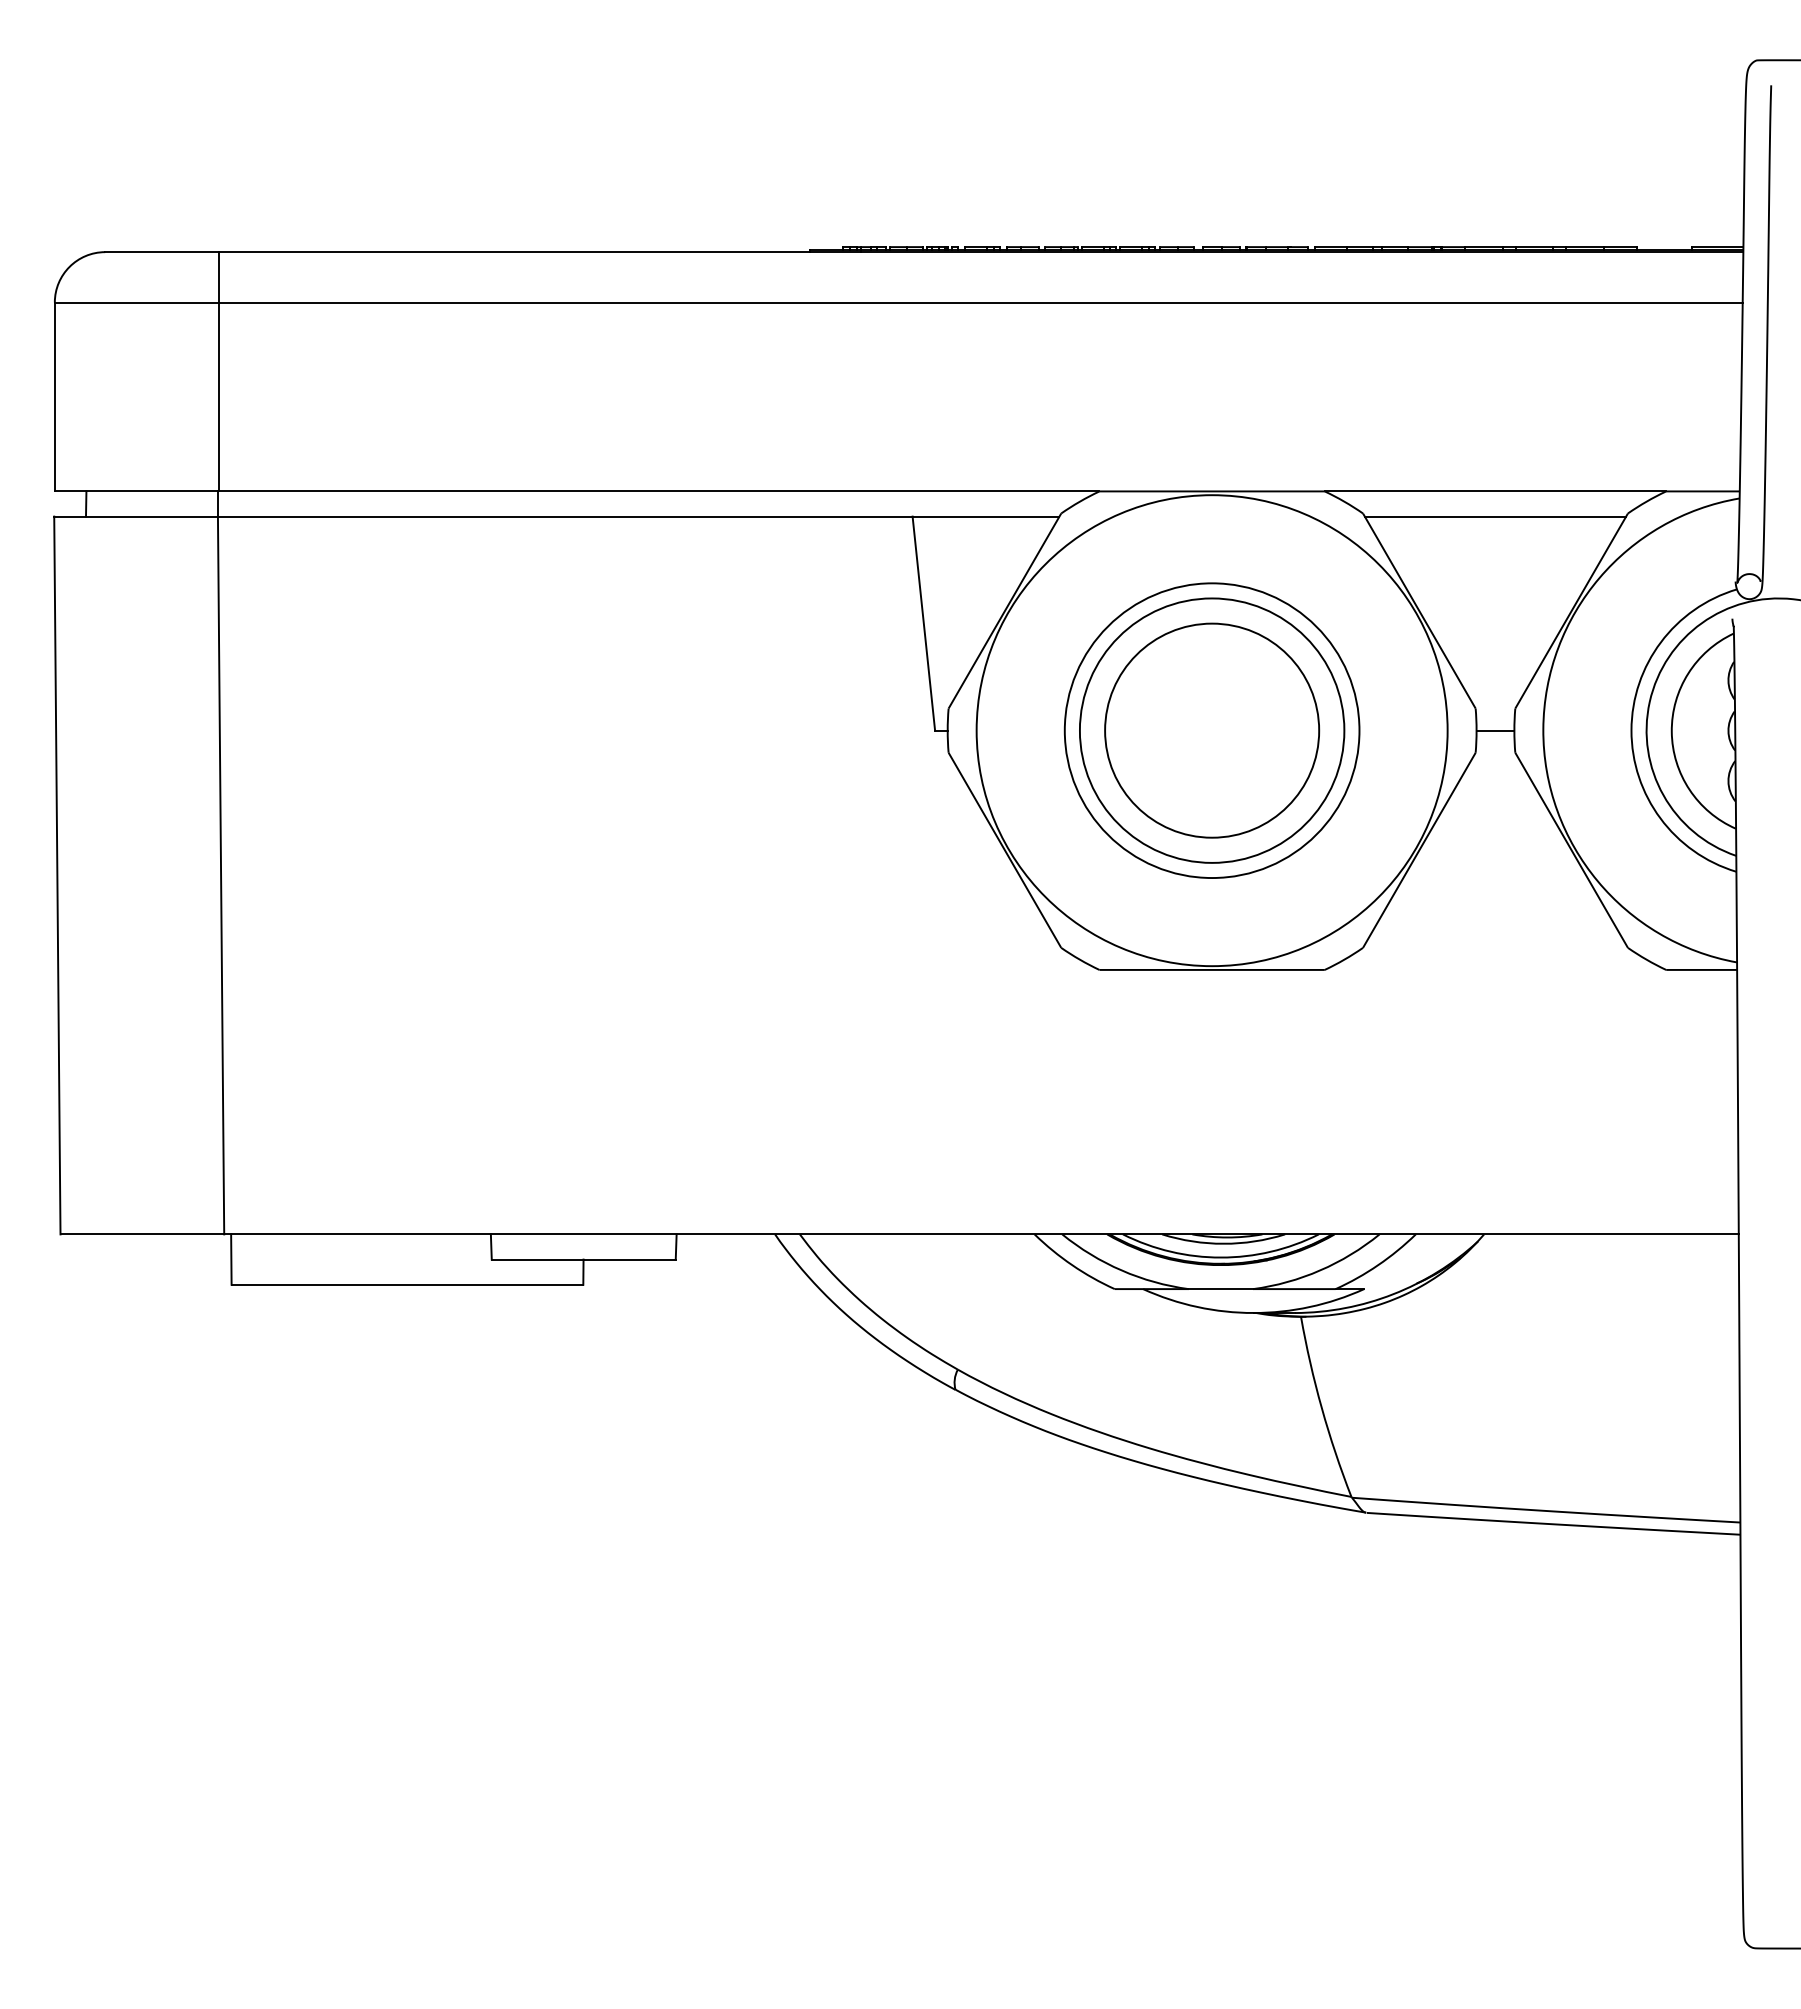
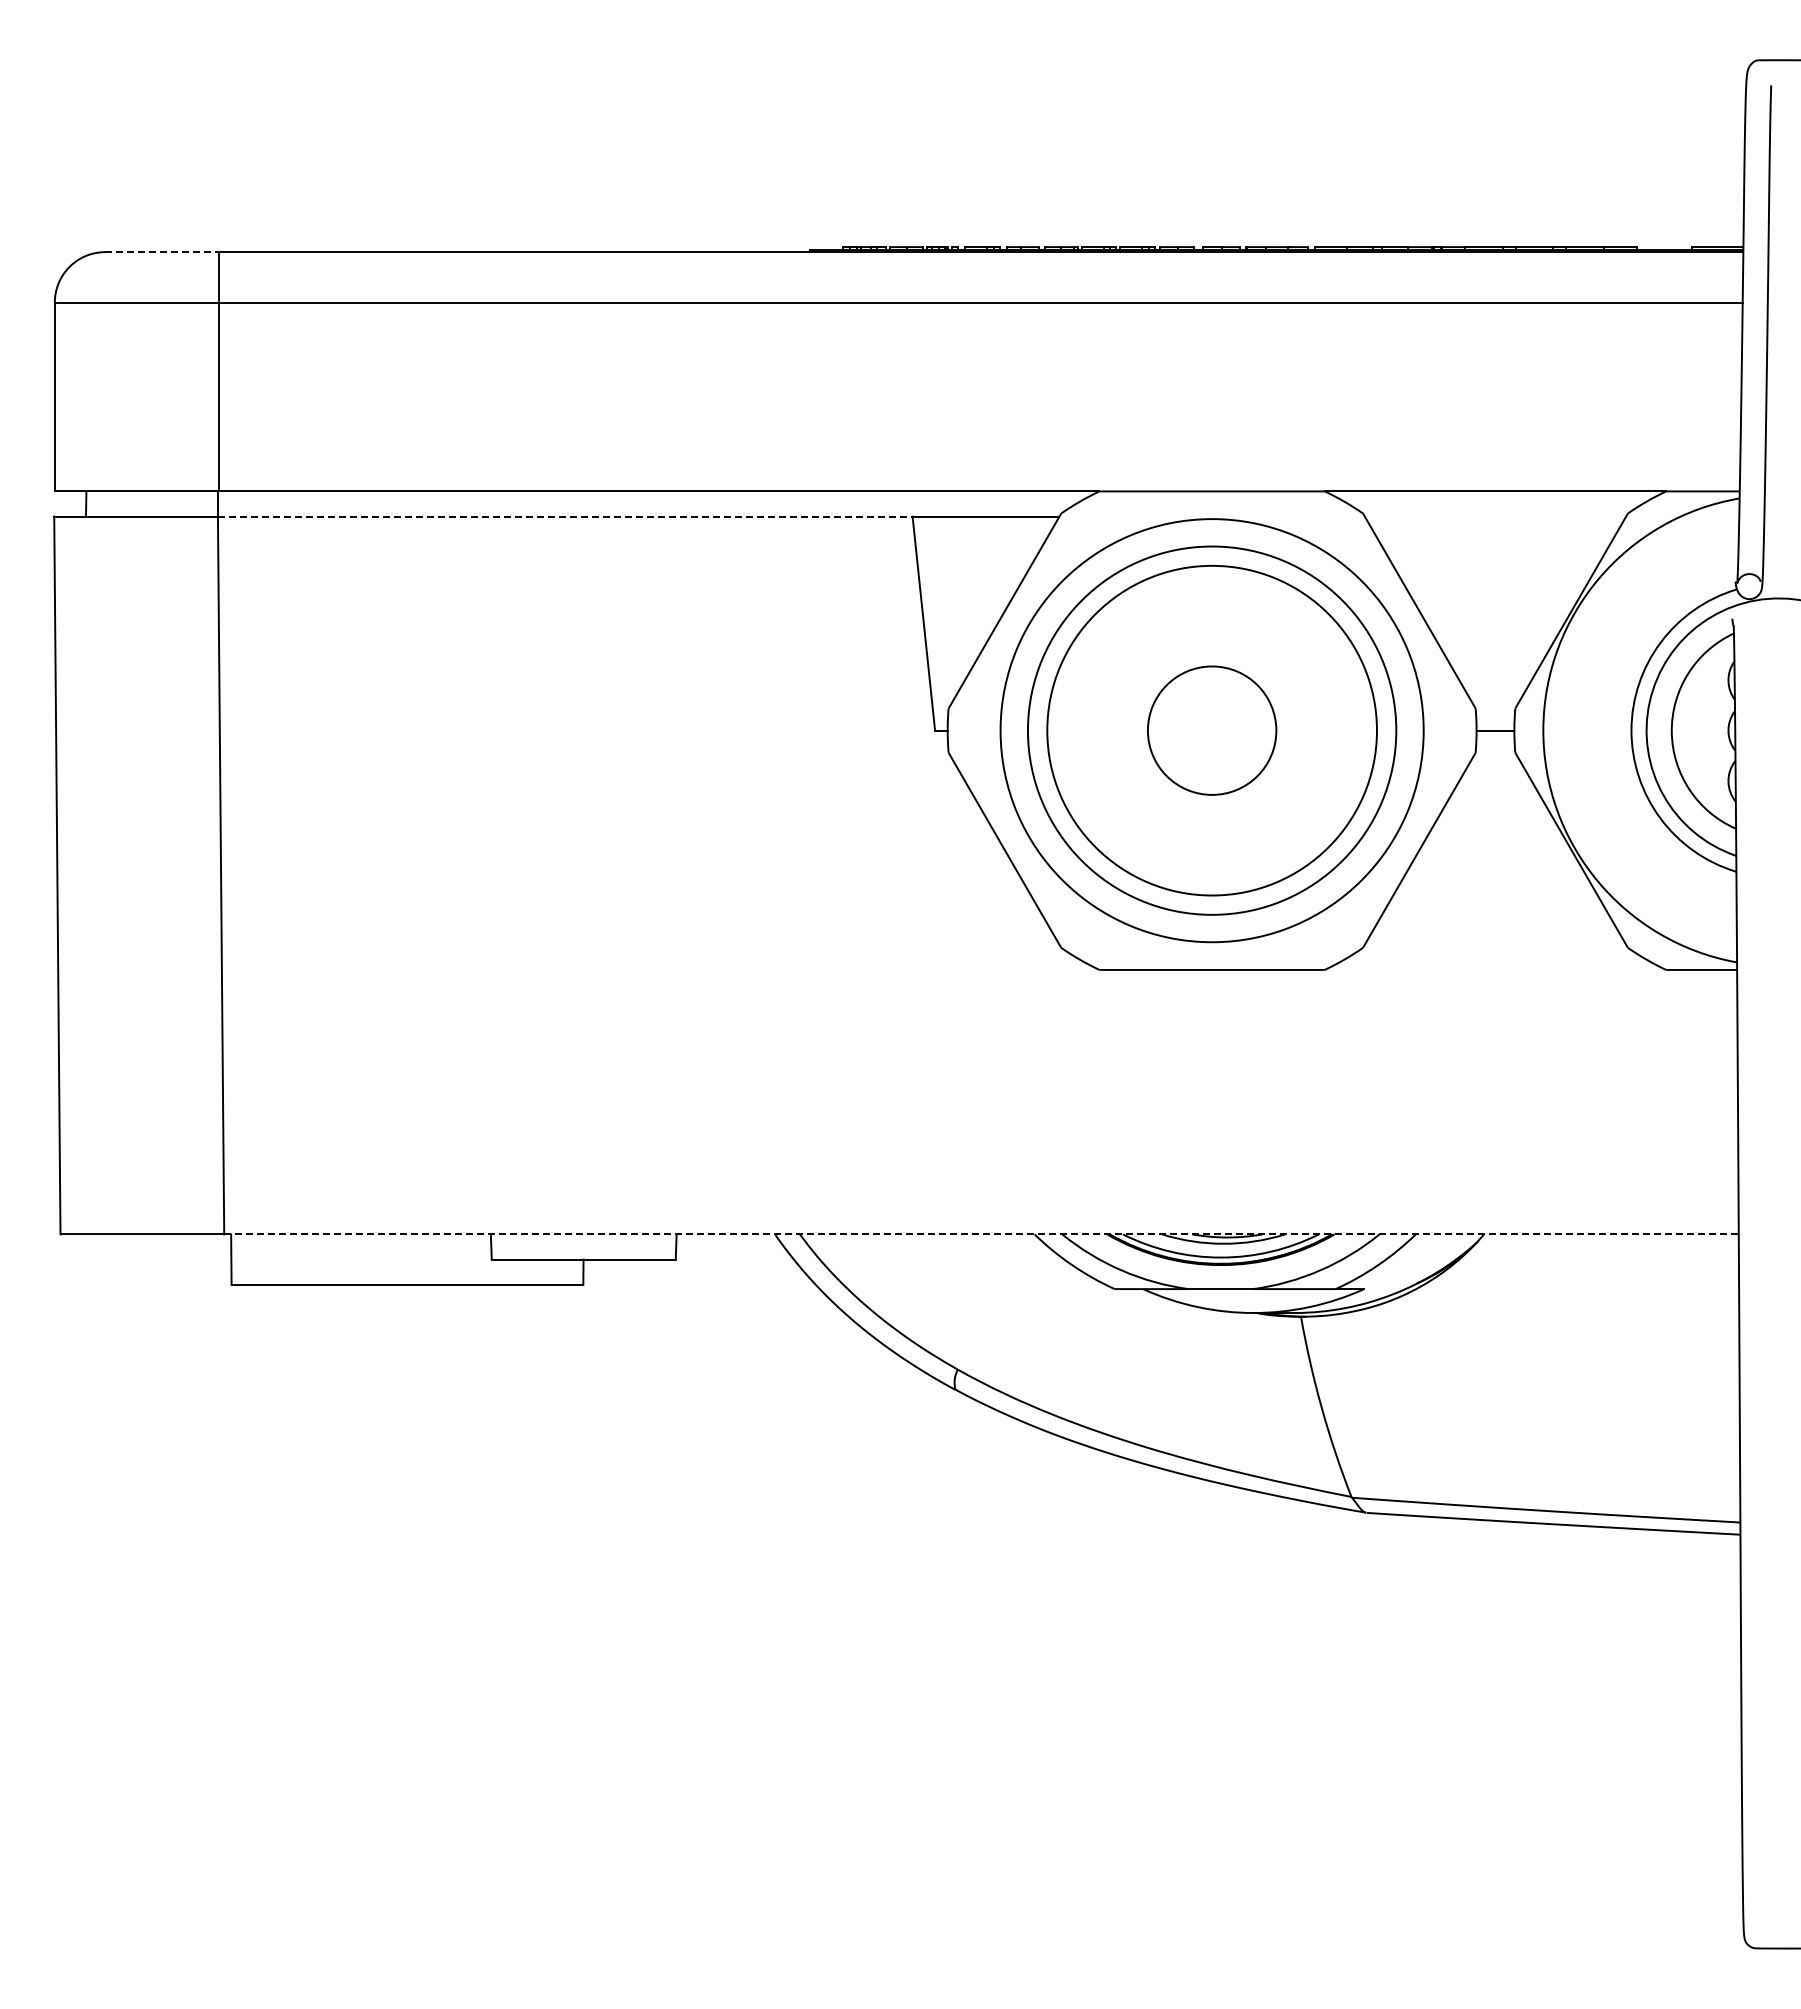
line at (161, 252): solid -> dashed
line at (565, 516): solid -> dashed
line at (1495, 516): present -> none
circle at (1211, 730) diameter: 264 px -> 423 px
circle at (1211, 730) diameter: 295 px -> 368 px
circle at (1211, 730) diameter: 471 px -> 330 px
circle at (1212, 730) diameter: 214 px -> 128 px
line at (982, 1234): solid -> dashed
